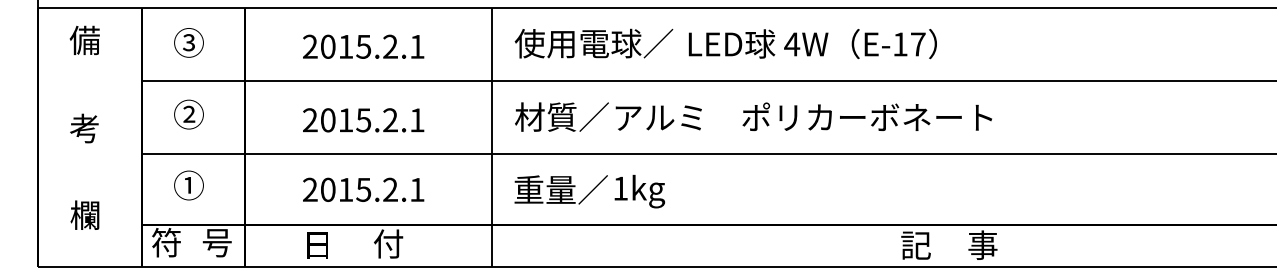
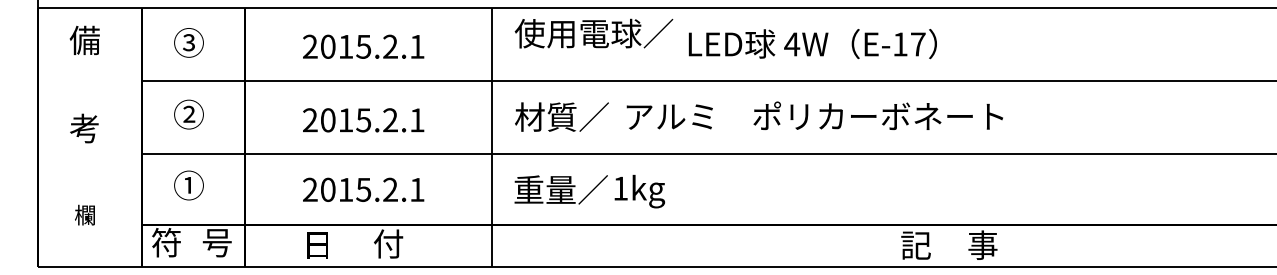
text at (593, 43) position: (593, 43) -> (593, 33)
text at (803, 116) position: (803, 116) -> (814, 115)
part at (84, 214) size: 30x30 px -> 20x22 px
